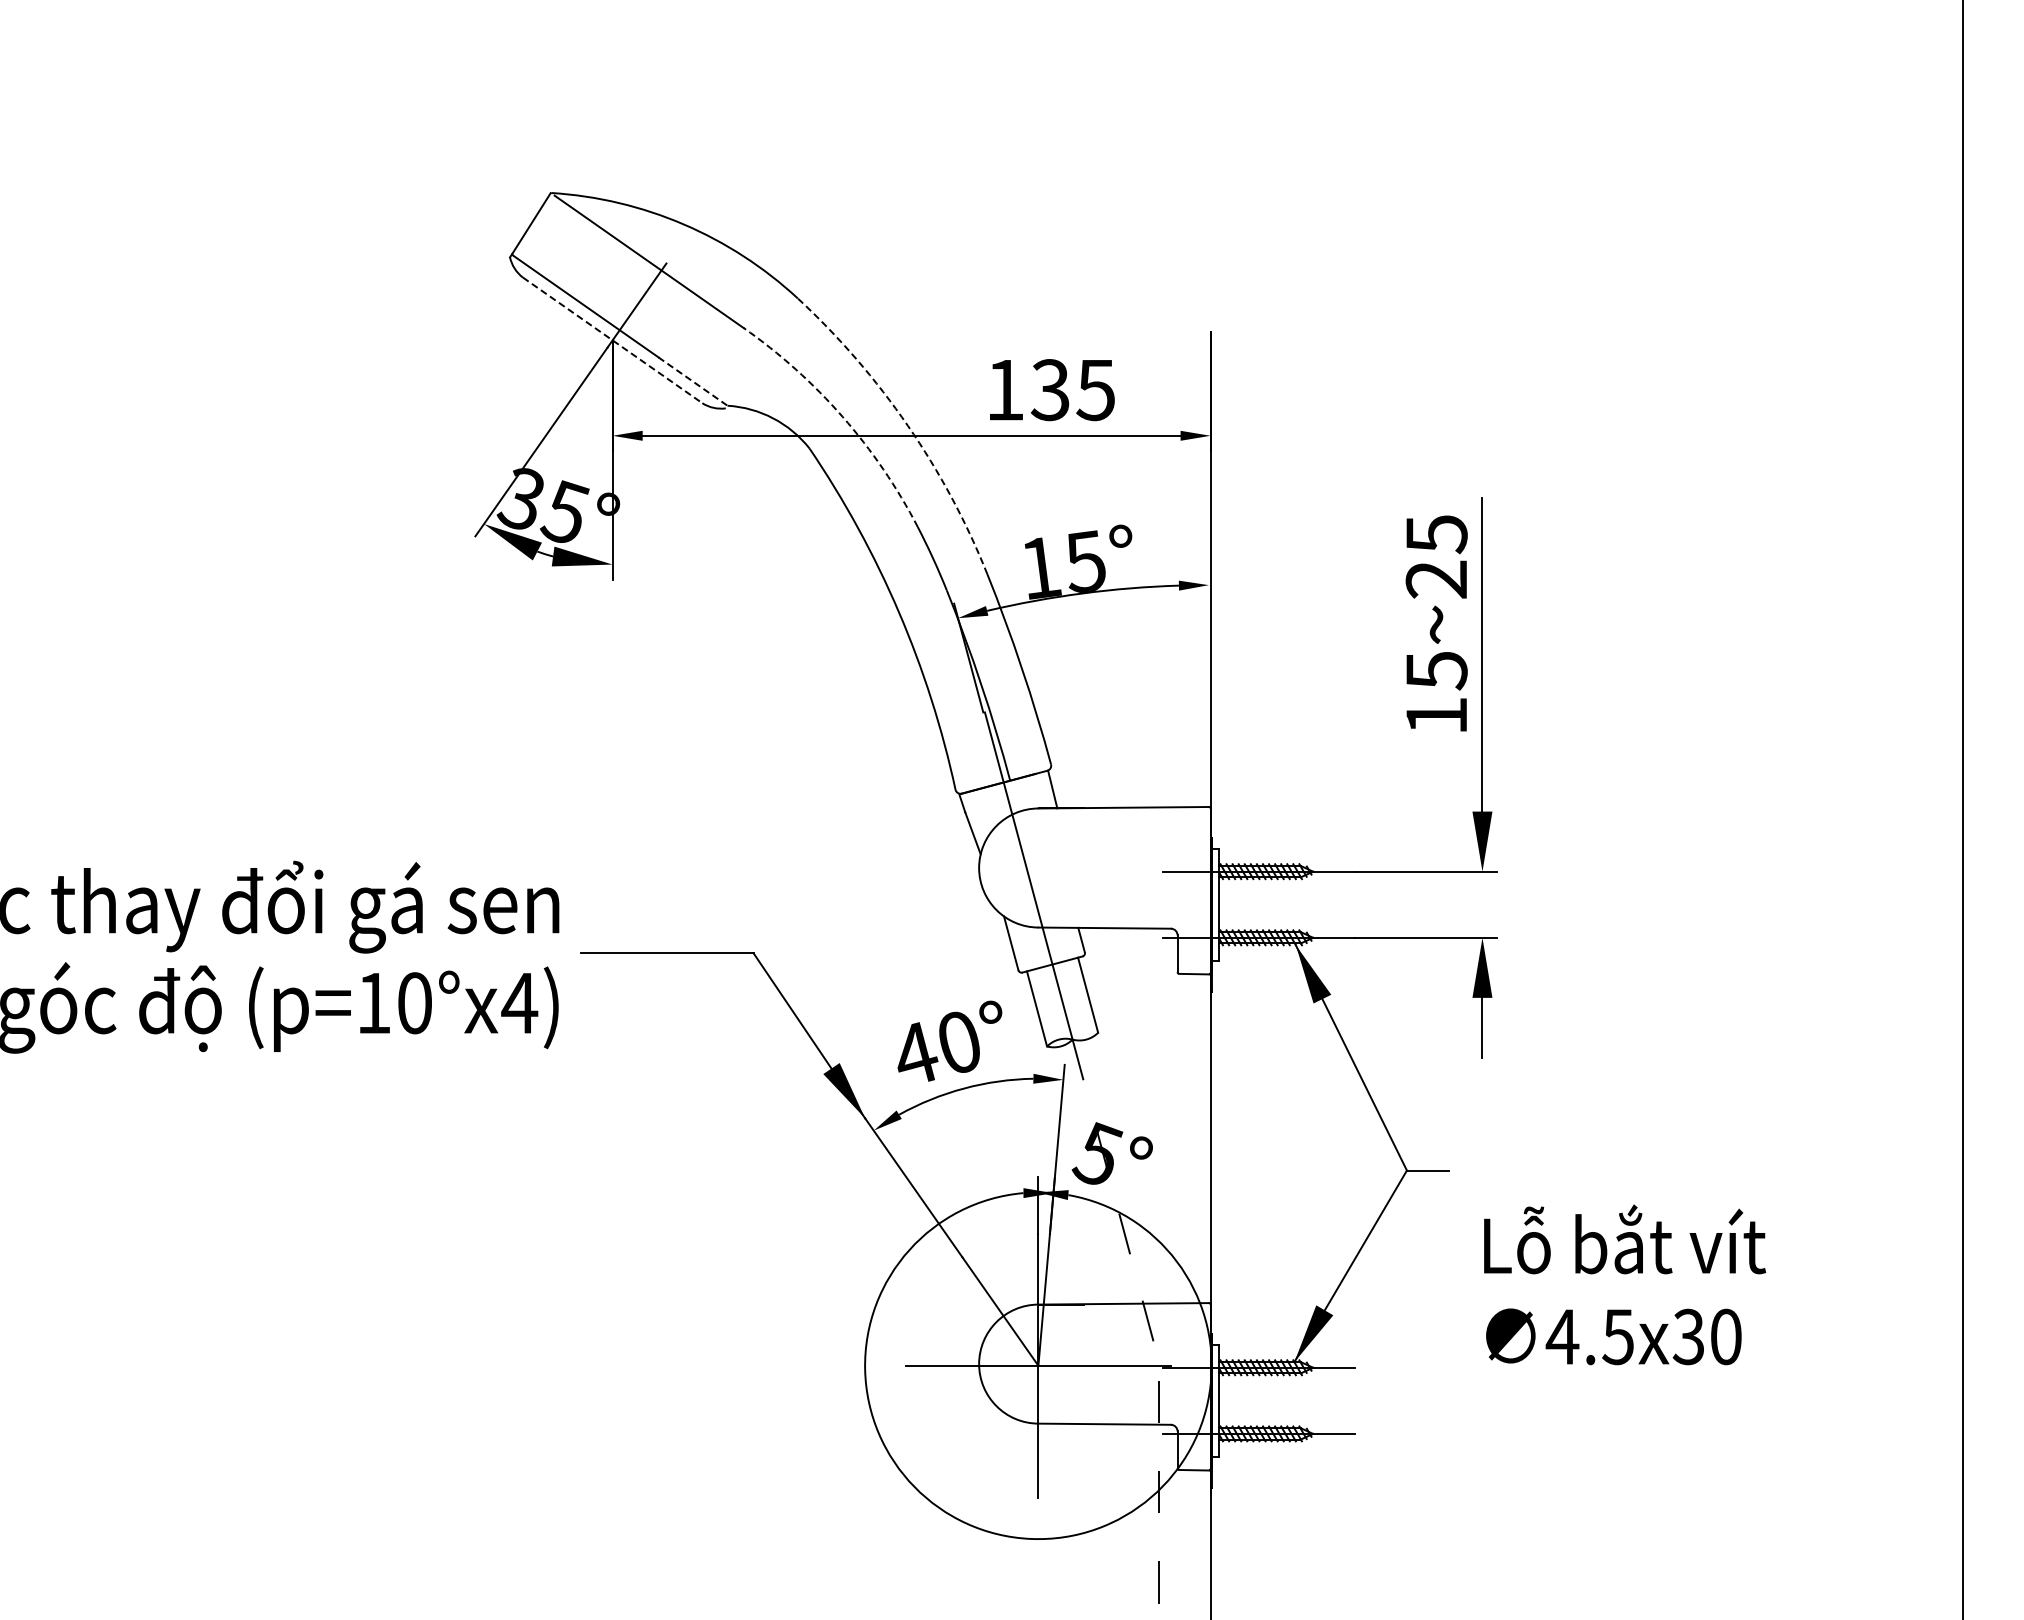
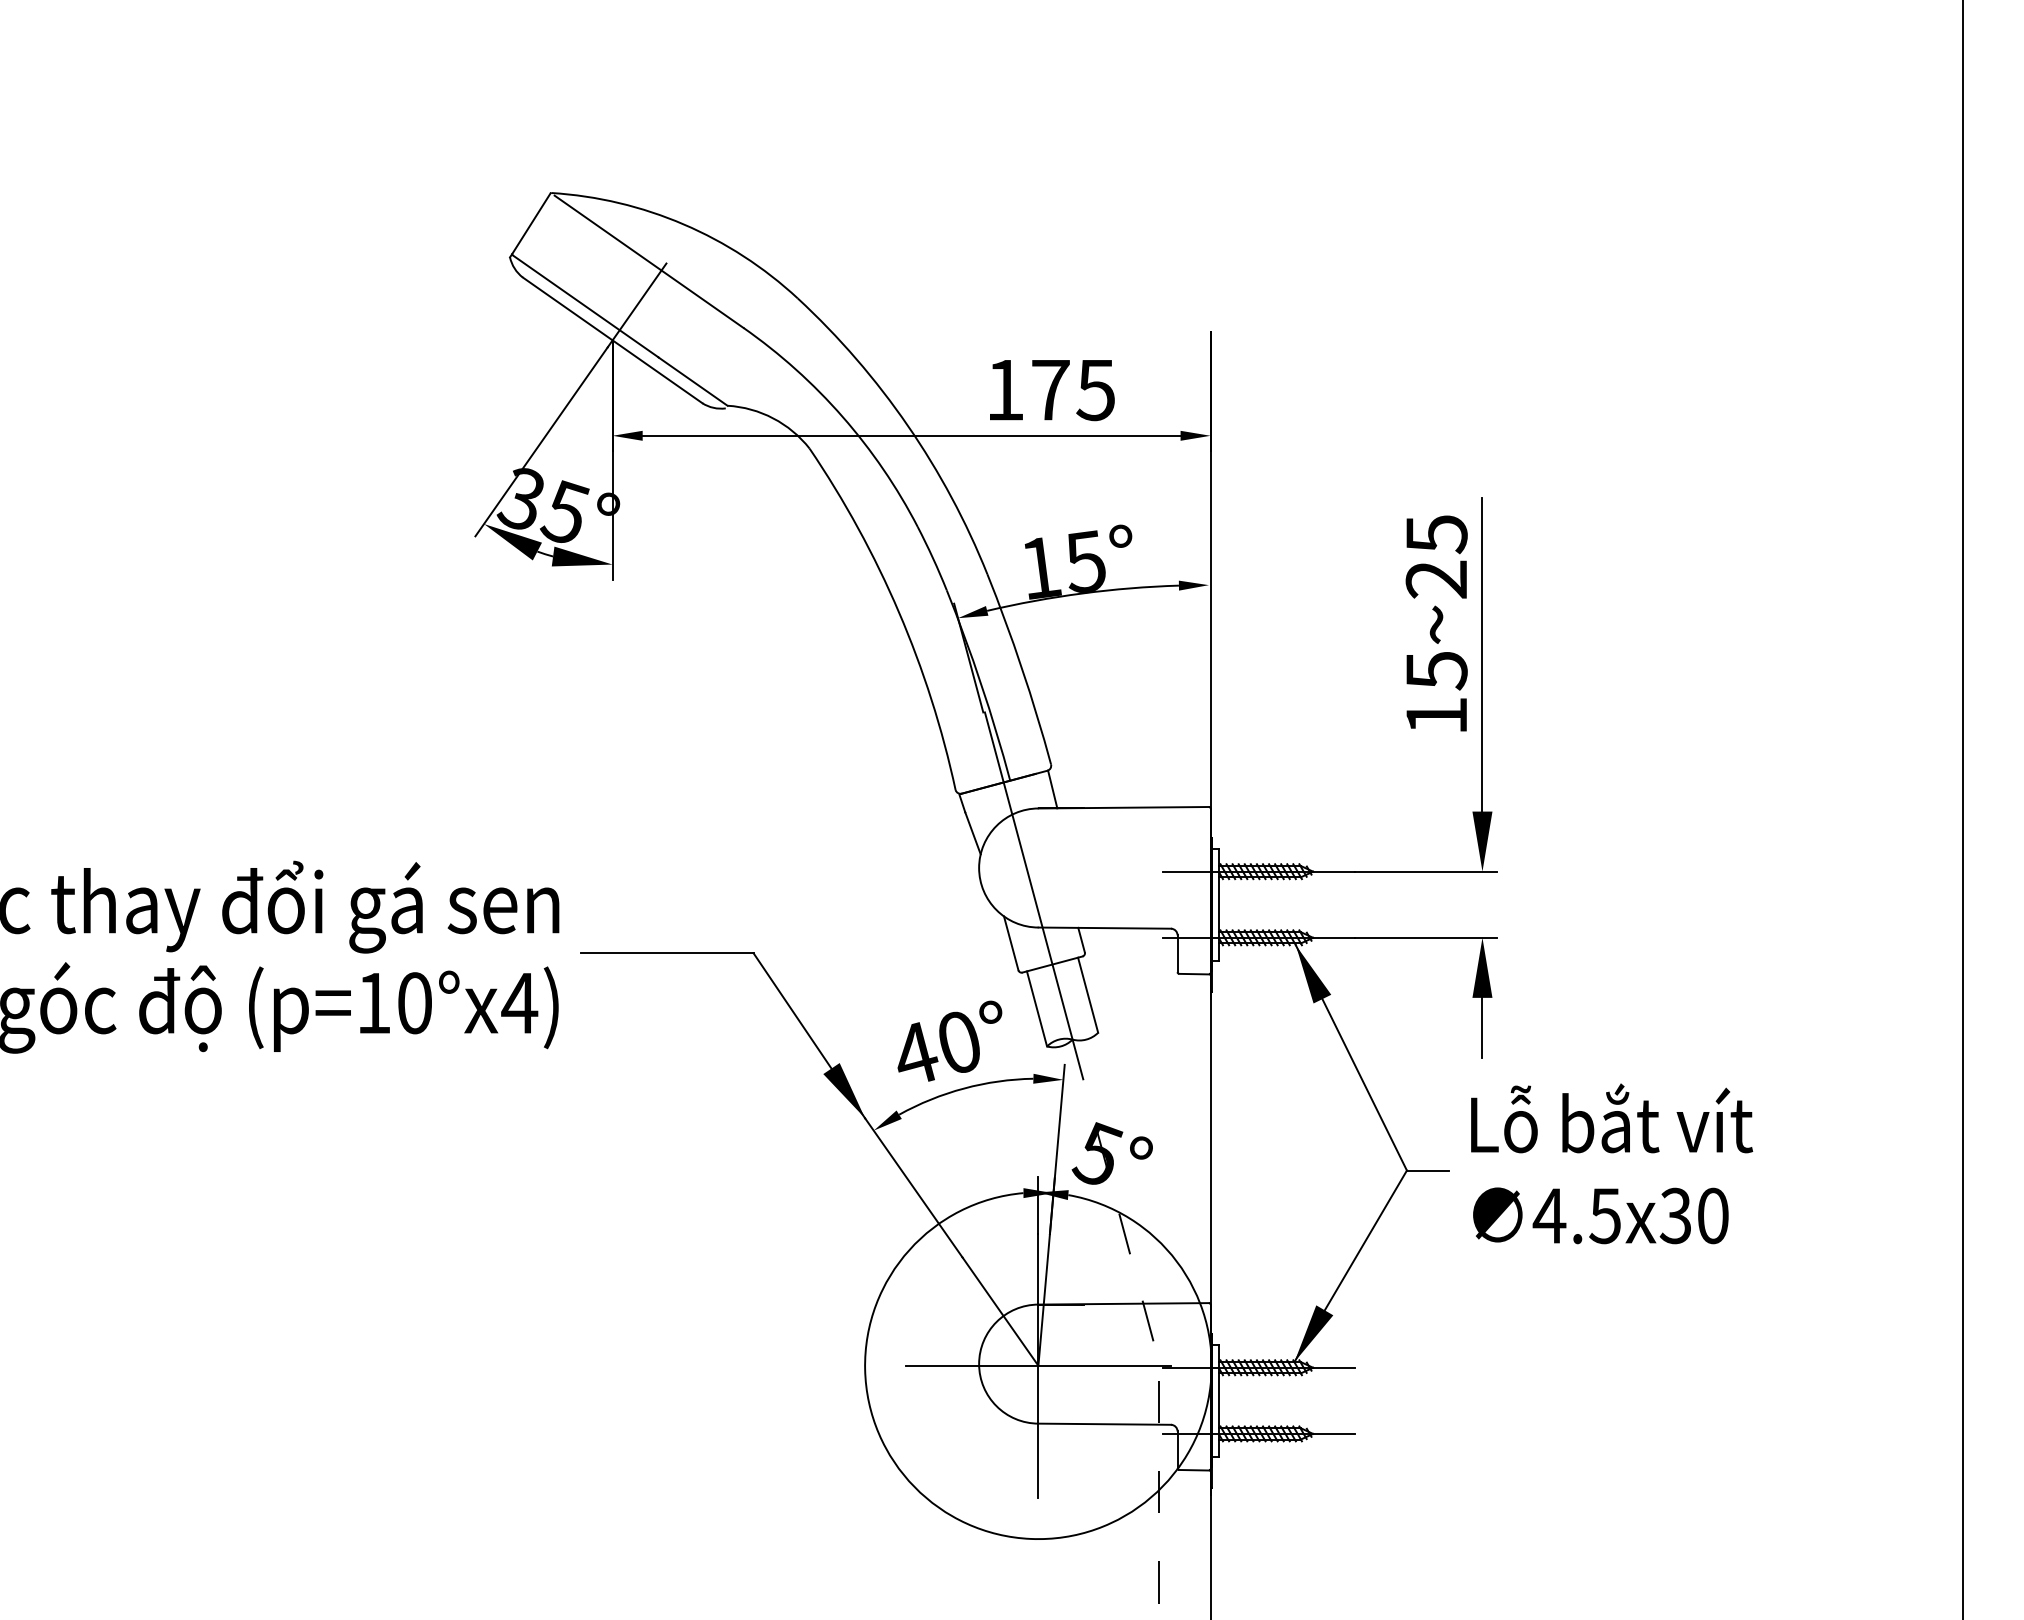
line at (612, 340): dashed -> solid
line at (693, 381): dashed -> solid
text at (1049, 390): 135 -> 175
arc at (842, 416): dashed -> solid
arc at (907, 425): dashed -> solid
text at (1625, 1284) position: (1625, 1284) -> (1612, 1163)
